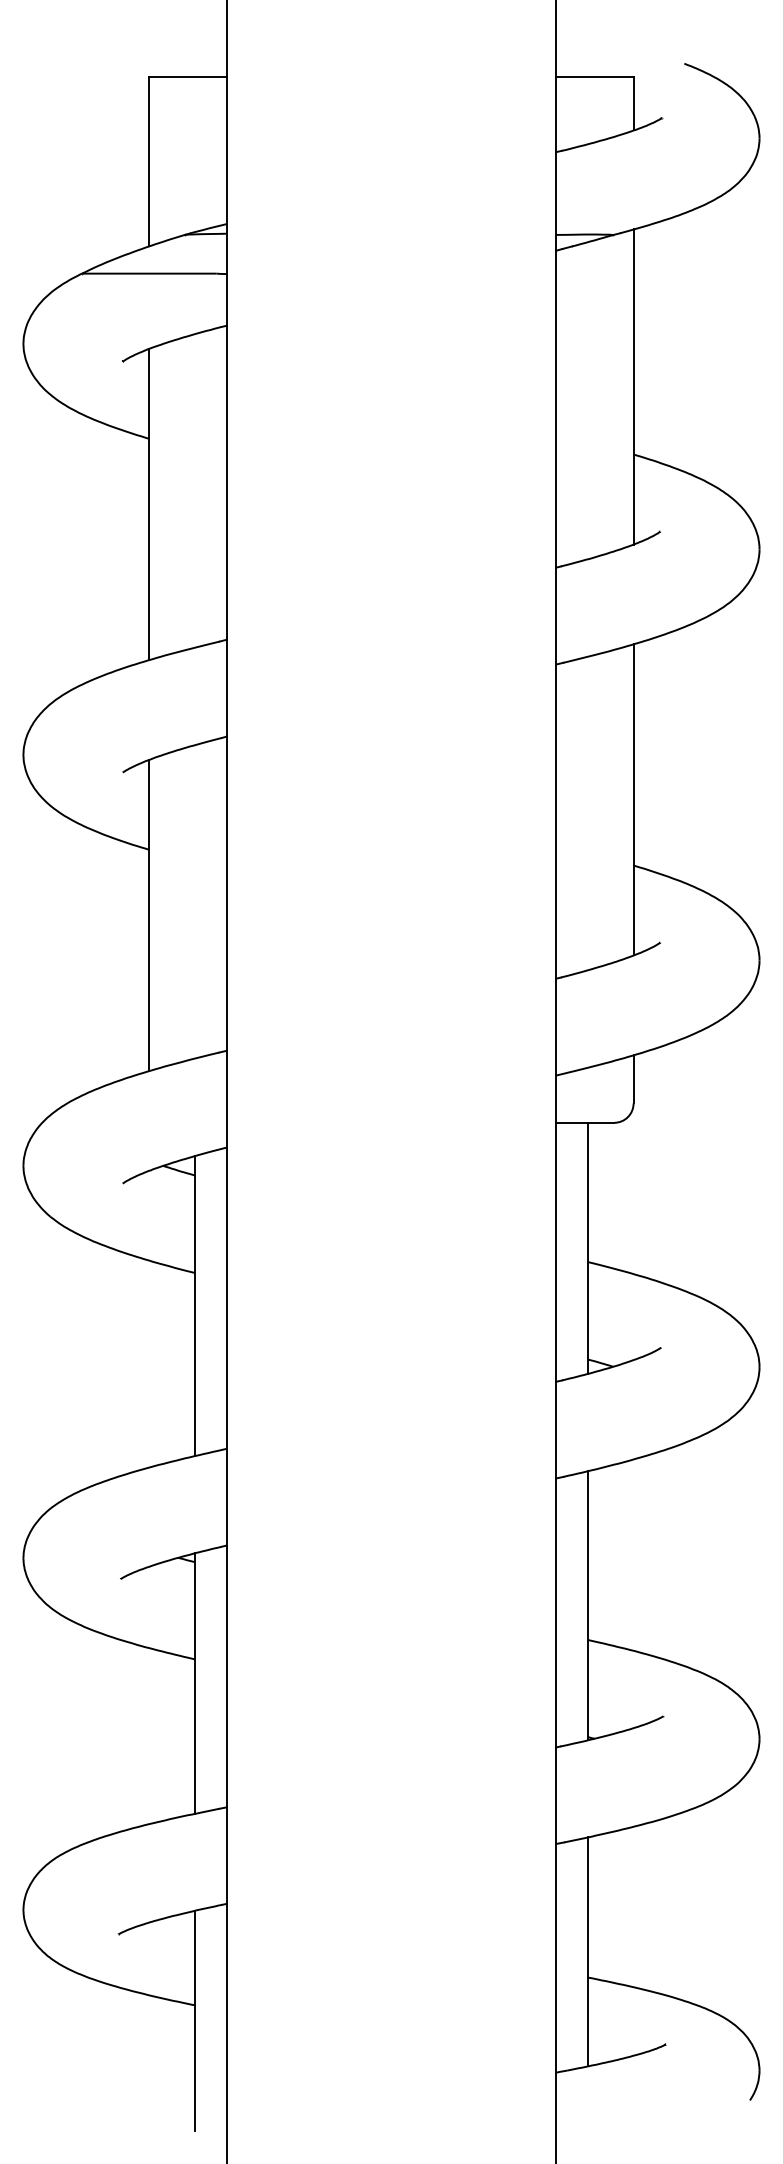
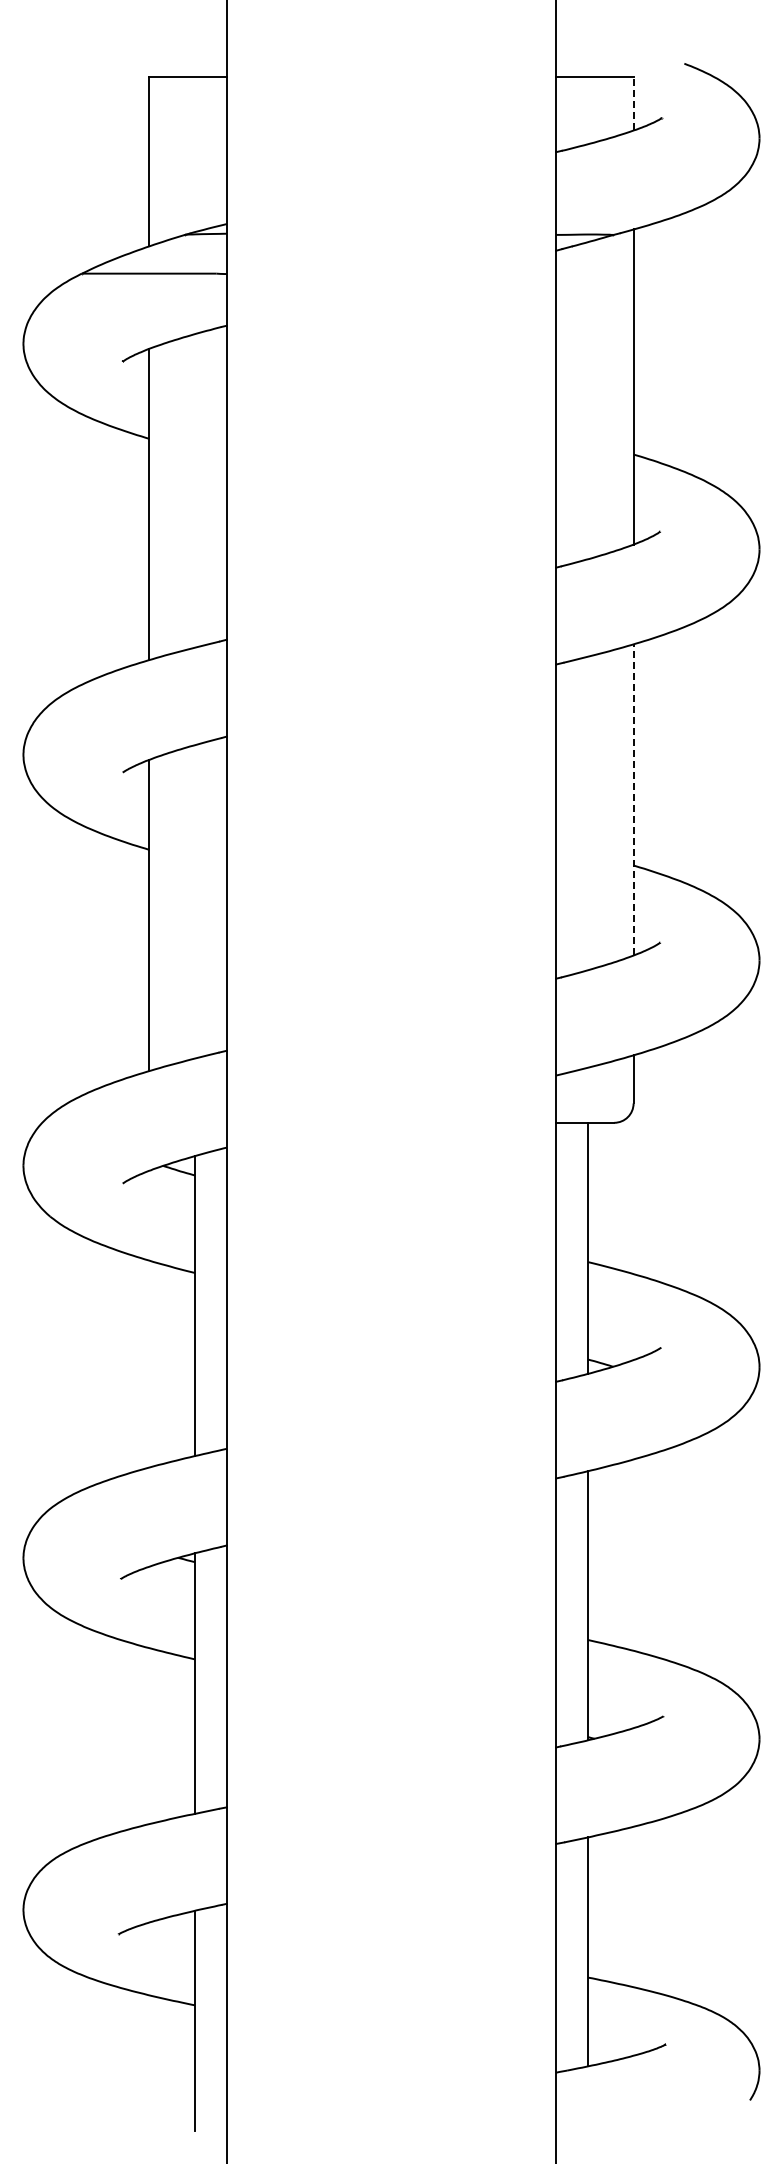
line at (633, 103): solid -> dashed
line at (633, 799): solid -> dashed
